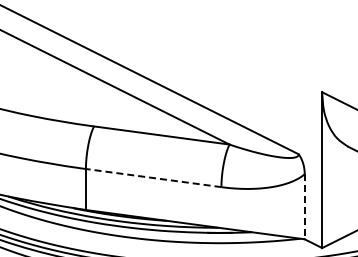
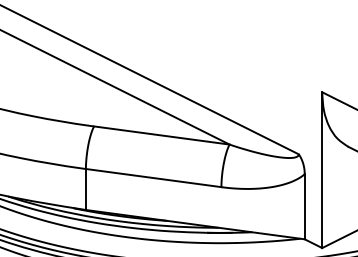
line at (153, 178): dashed -> solid
line at (304, 206): dashed -> solid
